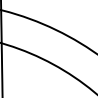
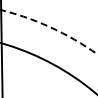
circle at (48, 31): solid -> dashed
